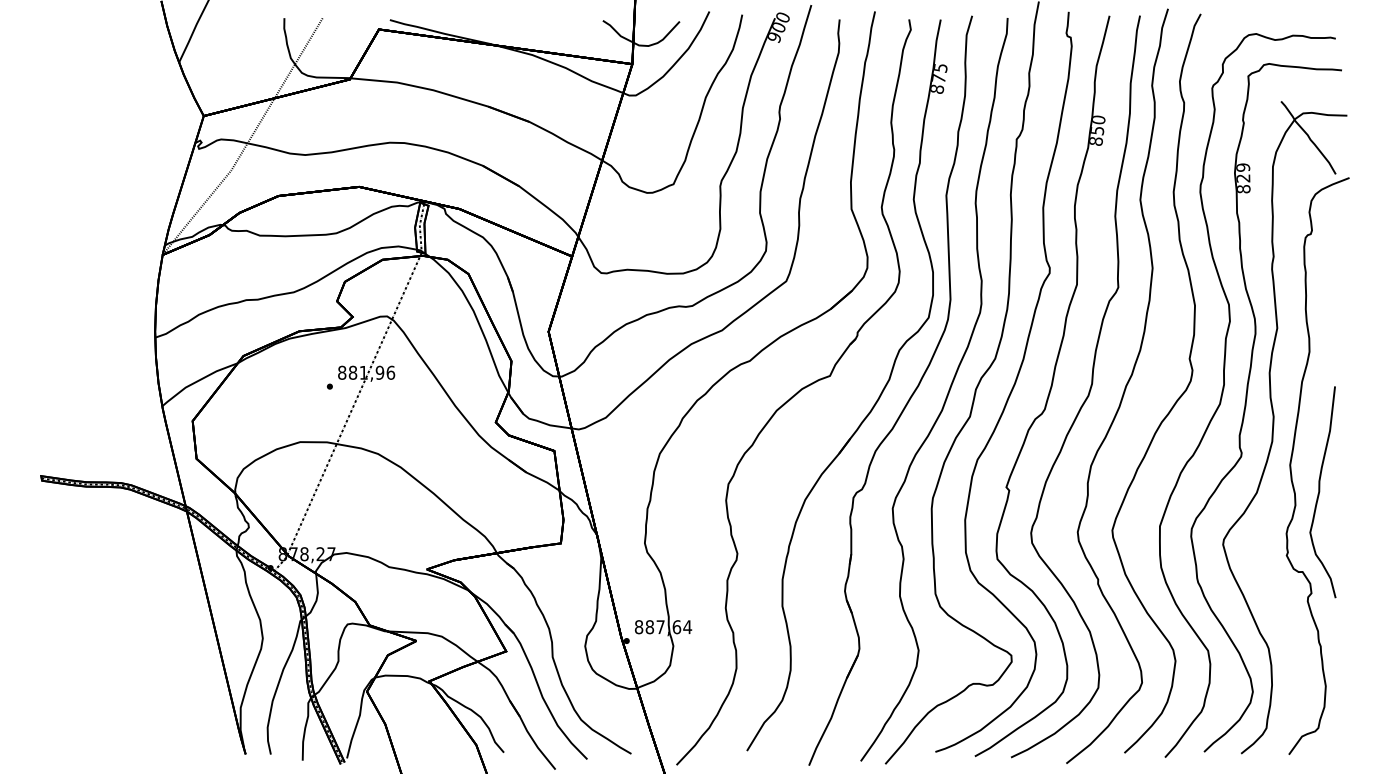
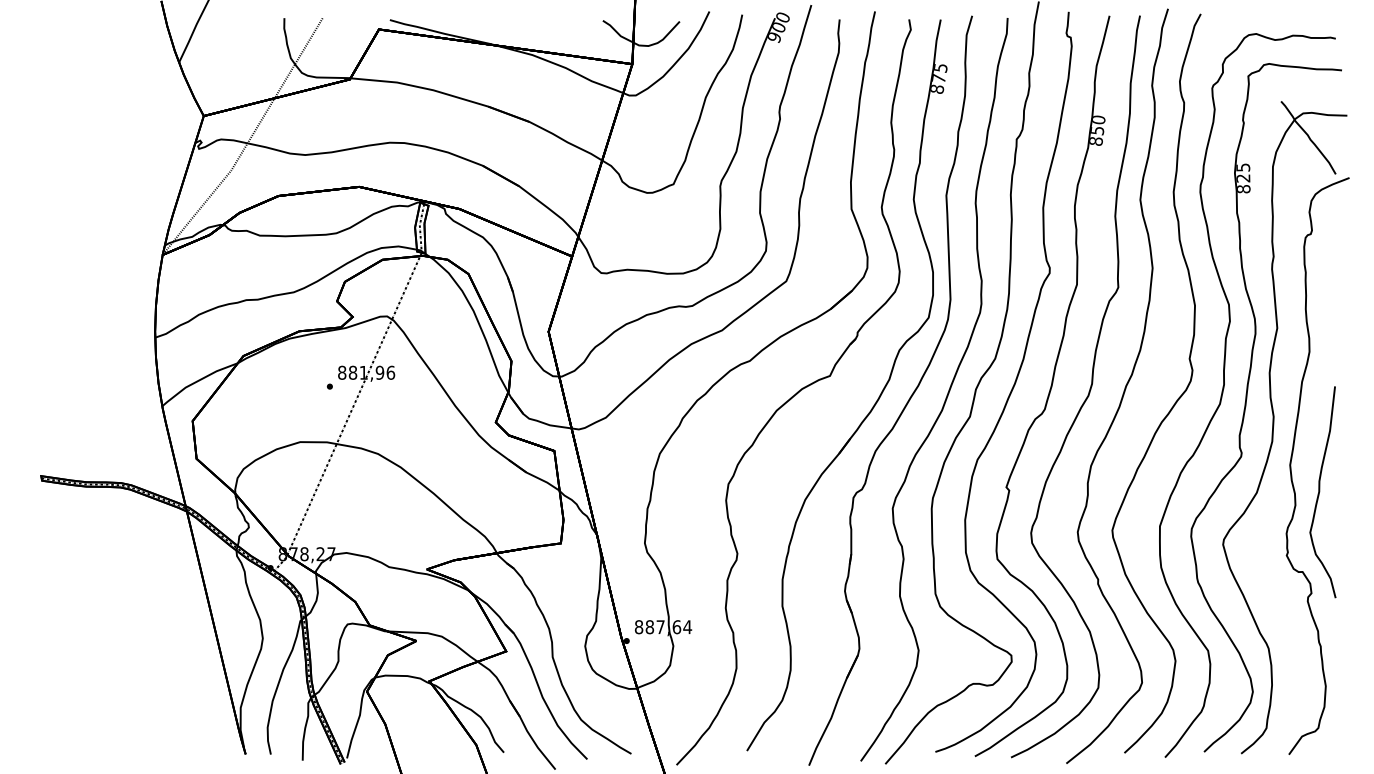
text at (1242, 167): 829 -> 825
